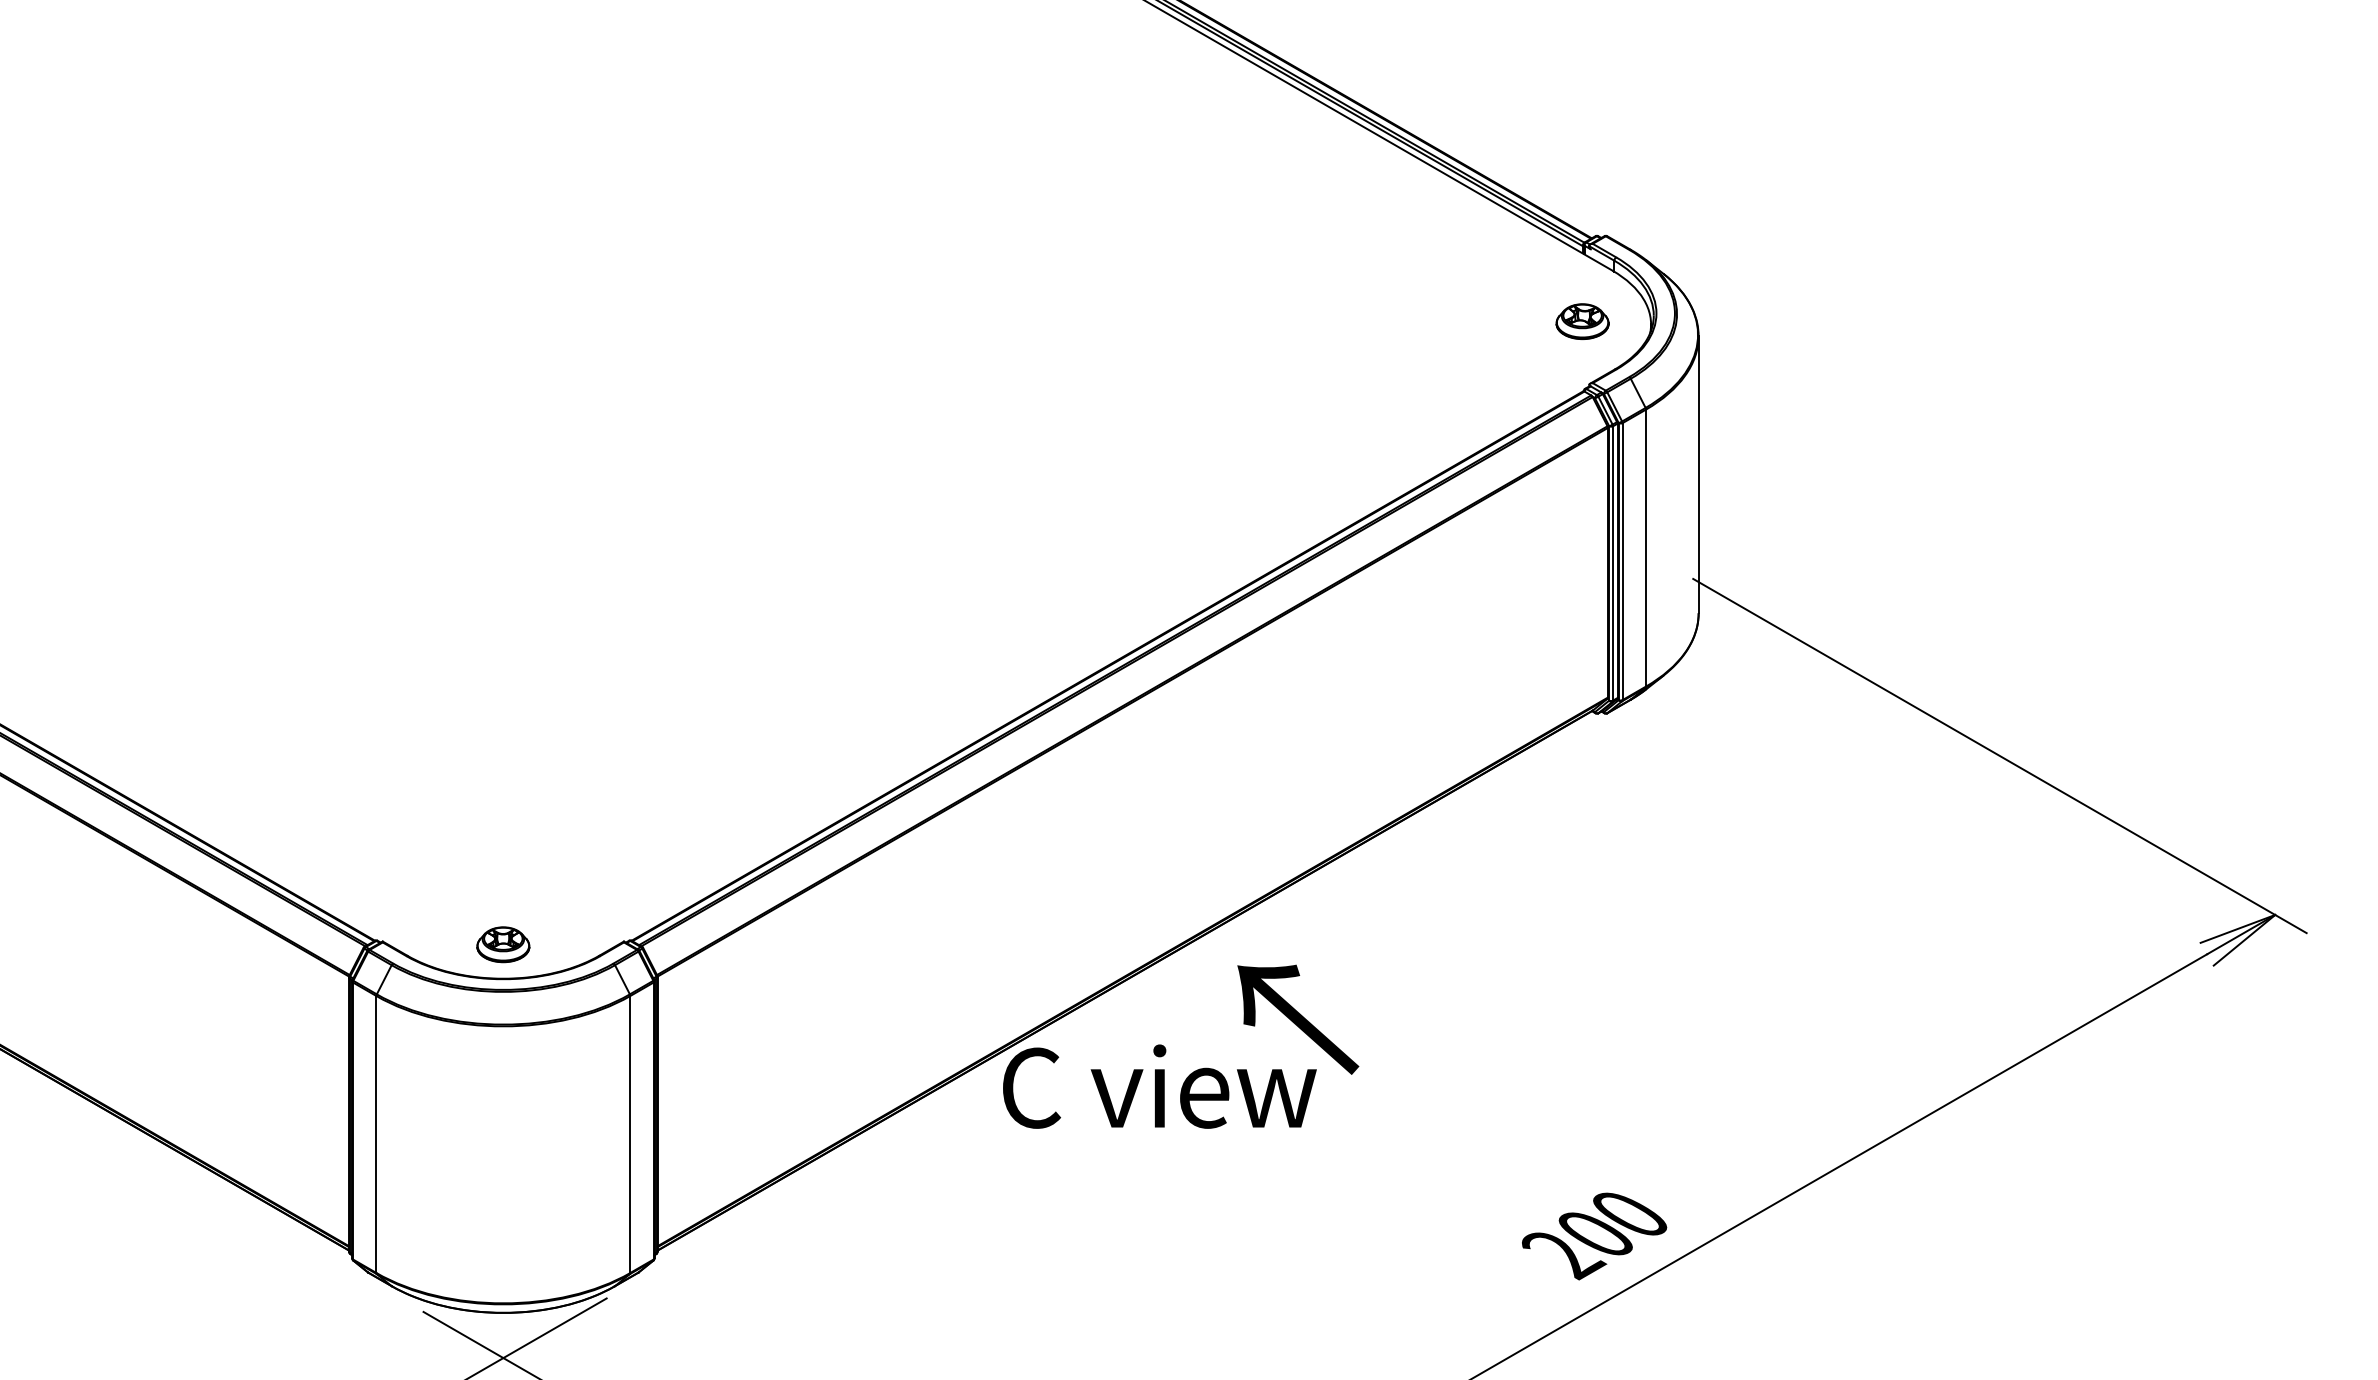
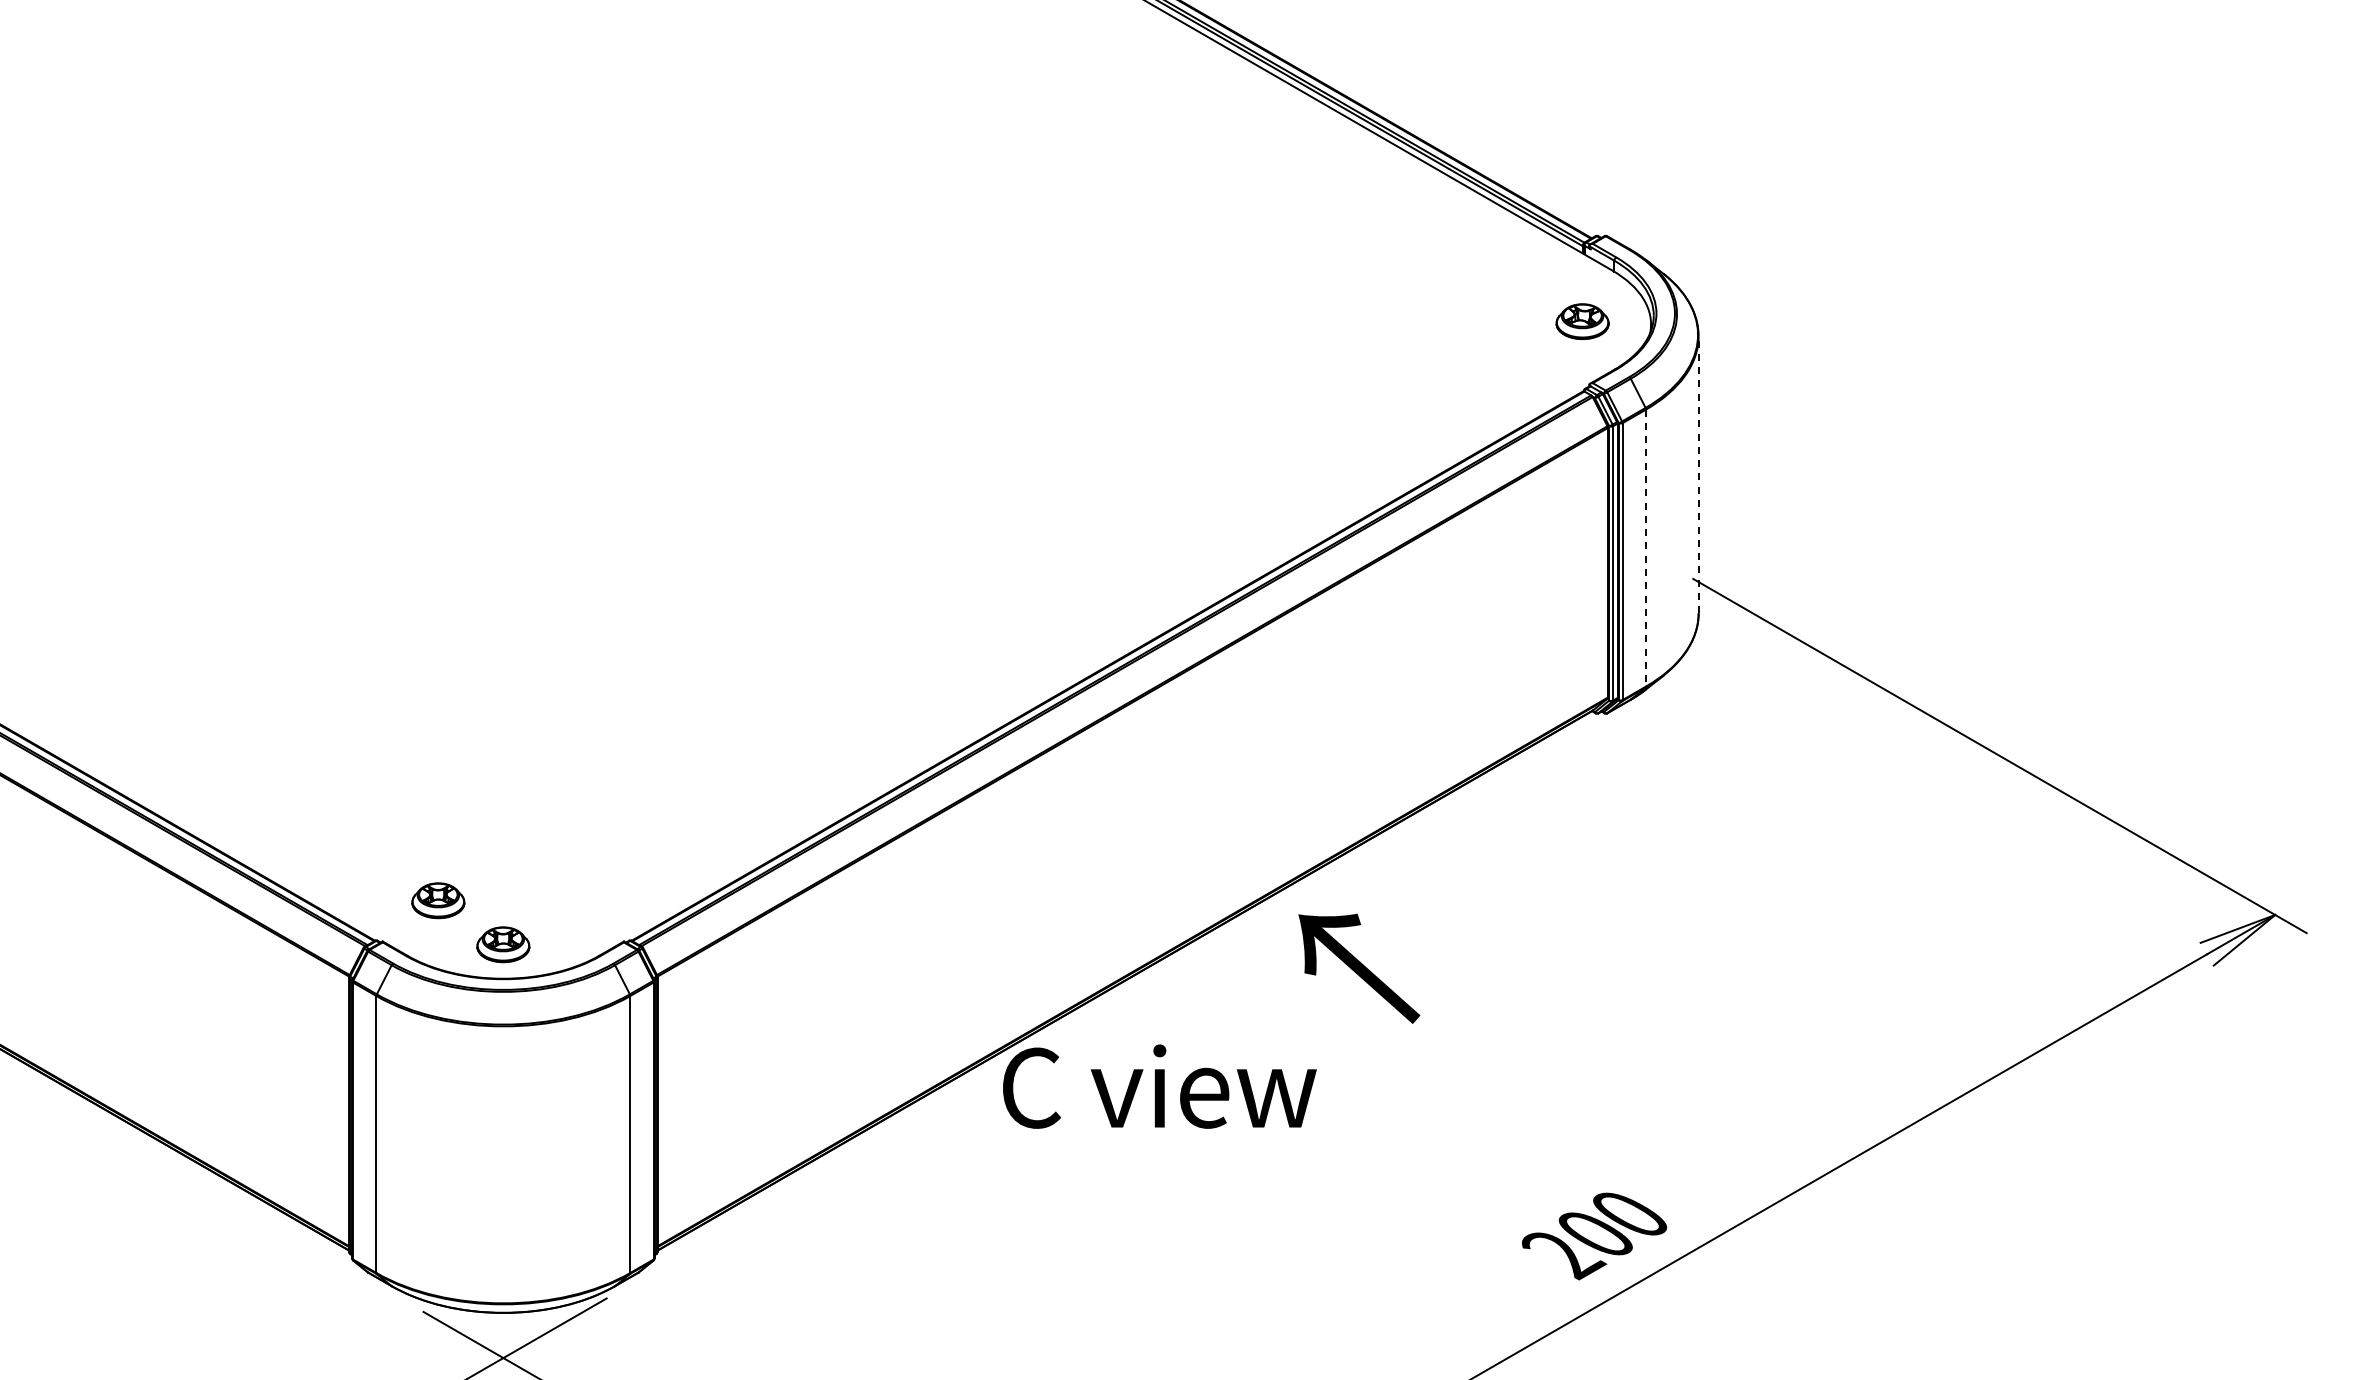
line at (1698, 474): solid -> dashed
line at (1646, 548): solid -> dashed
part at (438, 900): none -> present
text at (1298, 1019) position: (1298, 1019) -> (1359, 968)
